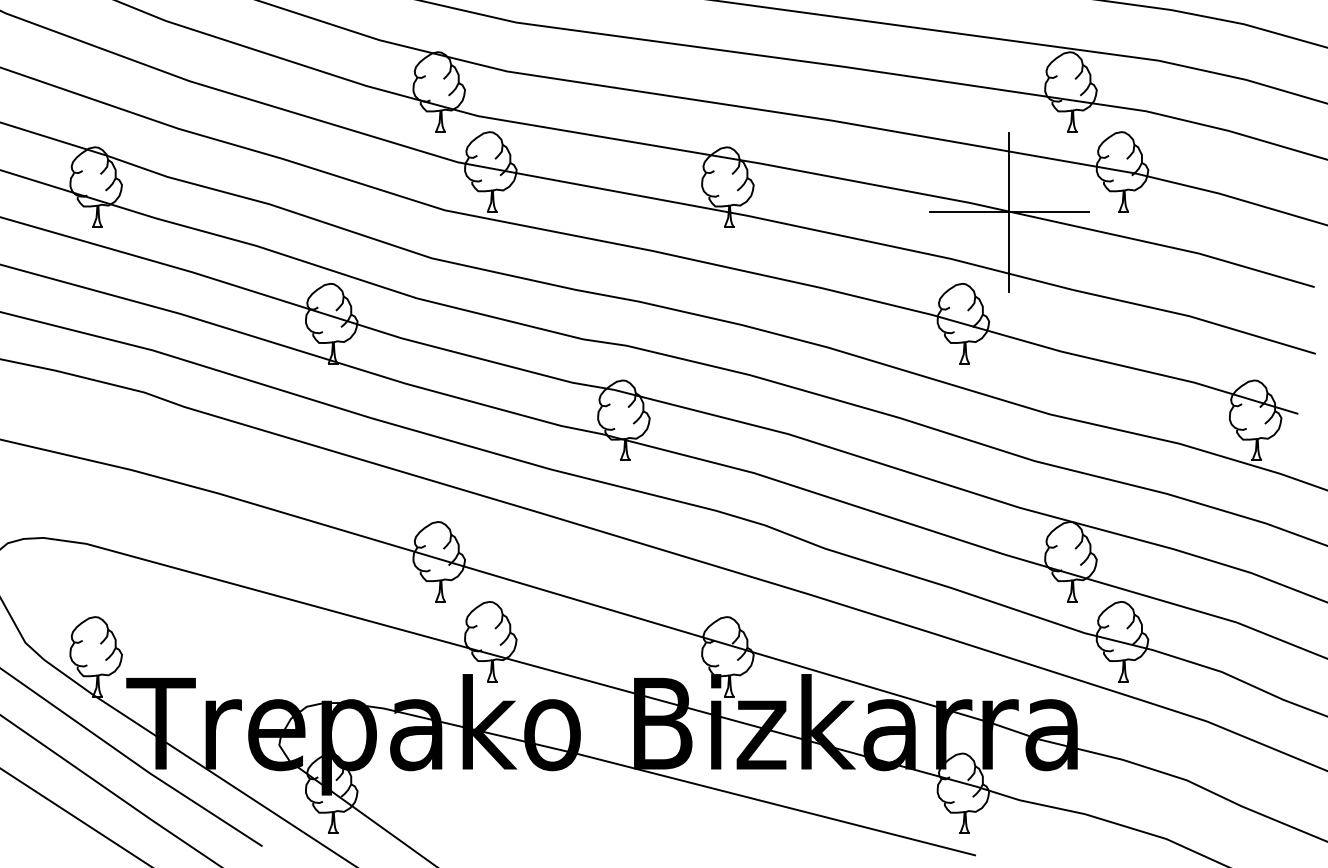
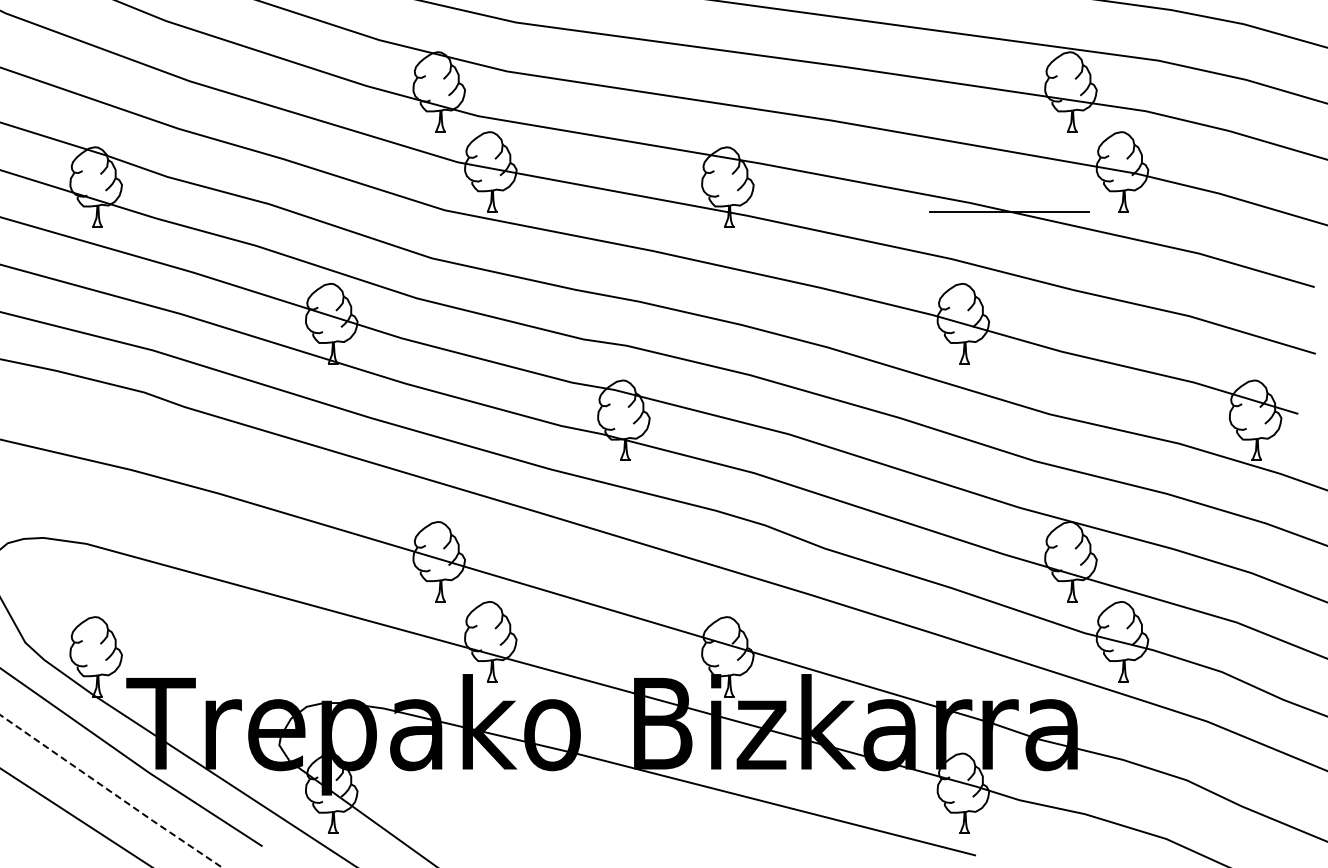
line at (1009, 212): present -> none
line at (111, 792): solid -> dashed
